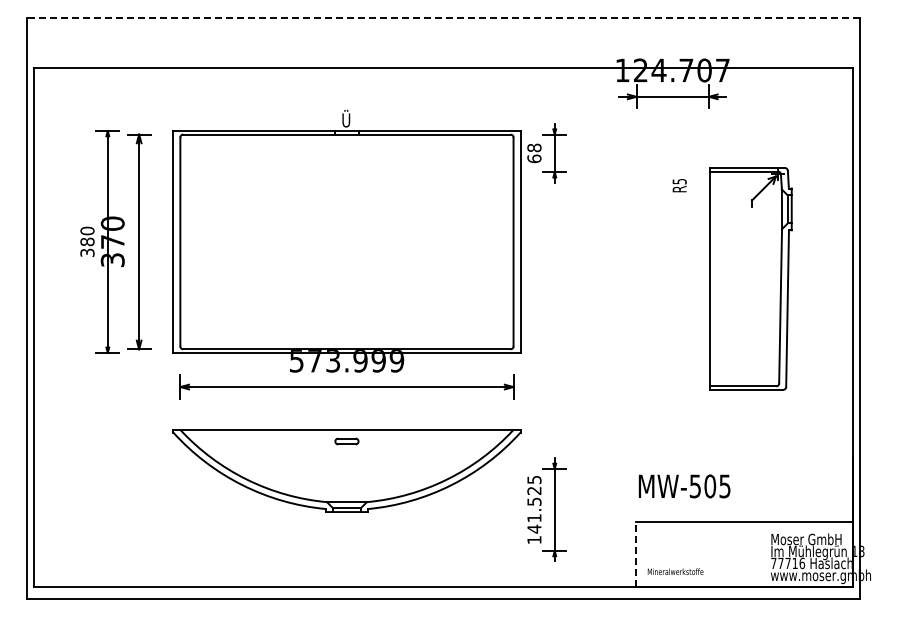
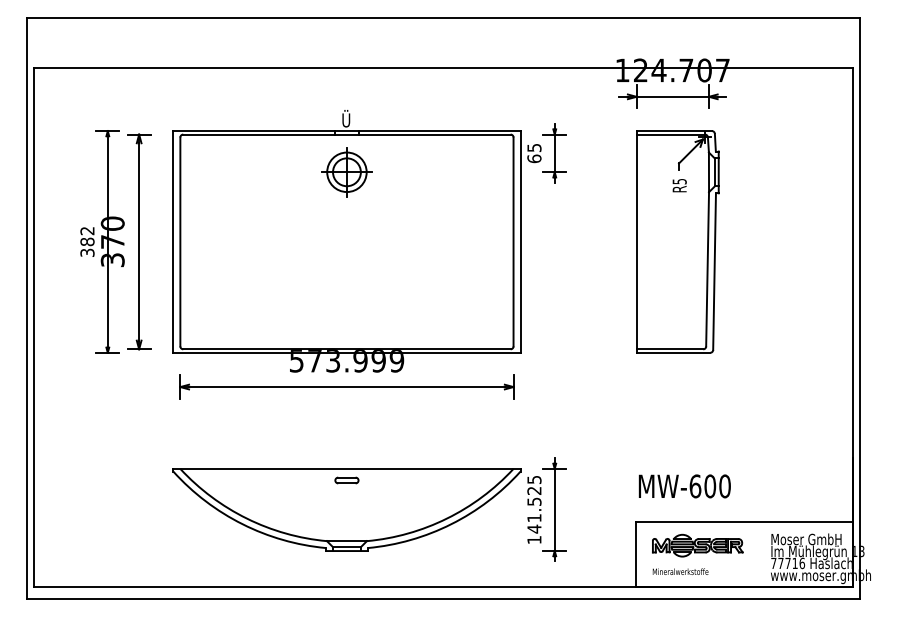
line at (442, 18): dashed -> solid
text at (534, 147): 68 -> 65
part at (346, 172): none -> present
text at (87, 230): 380 -> 382
part at (750, 278) position: (750, 278) -> (677, 241)
part at (346, 470) position: (346, 470) -> (346, 509)
text at (709, 486): MW-505 -> MW-600
part at (697, 545): none -> present
line at (635, 554): dashed -> solid
text at (675, 571) position: (675, 571) -> (680, 571)
